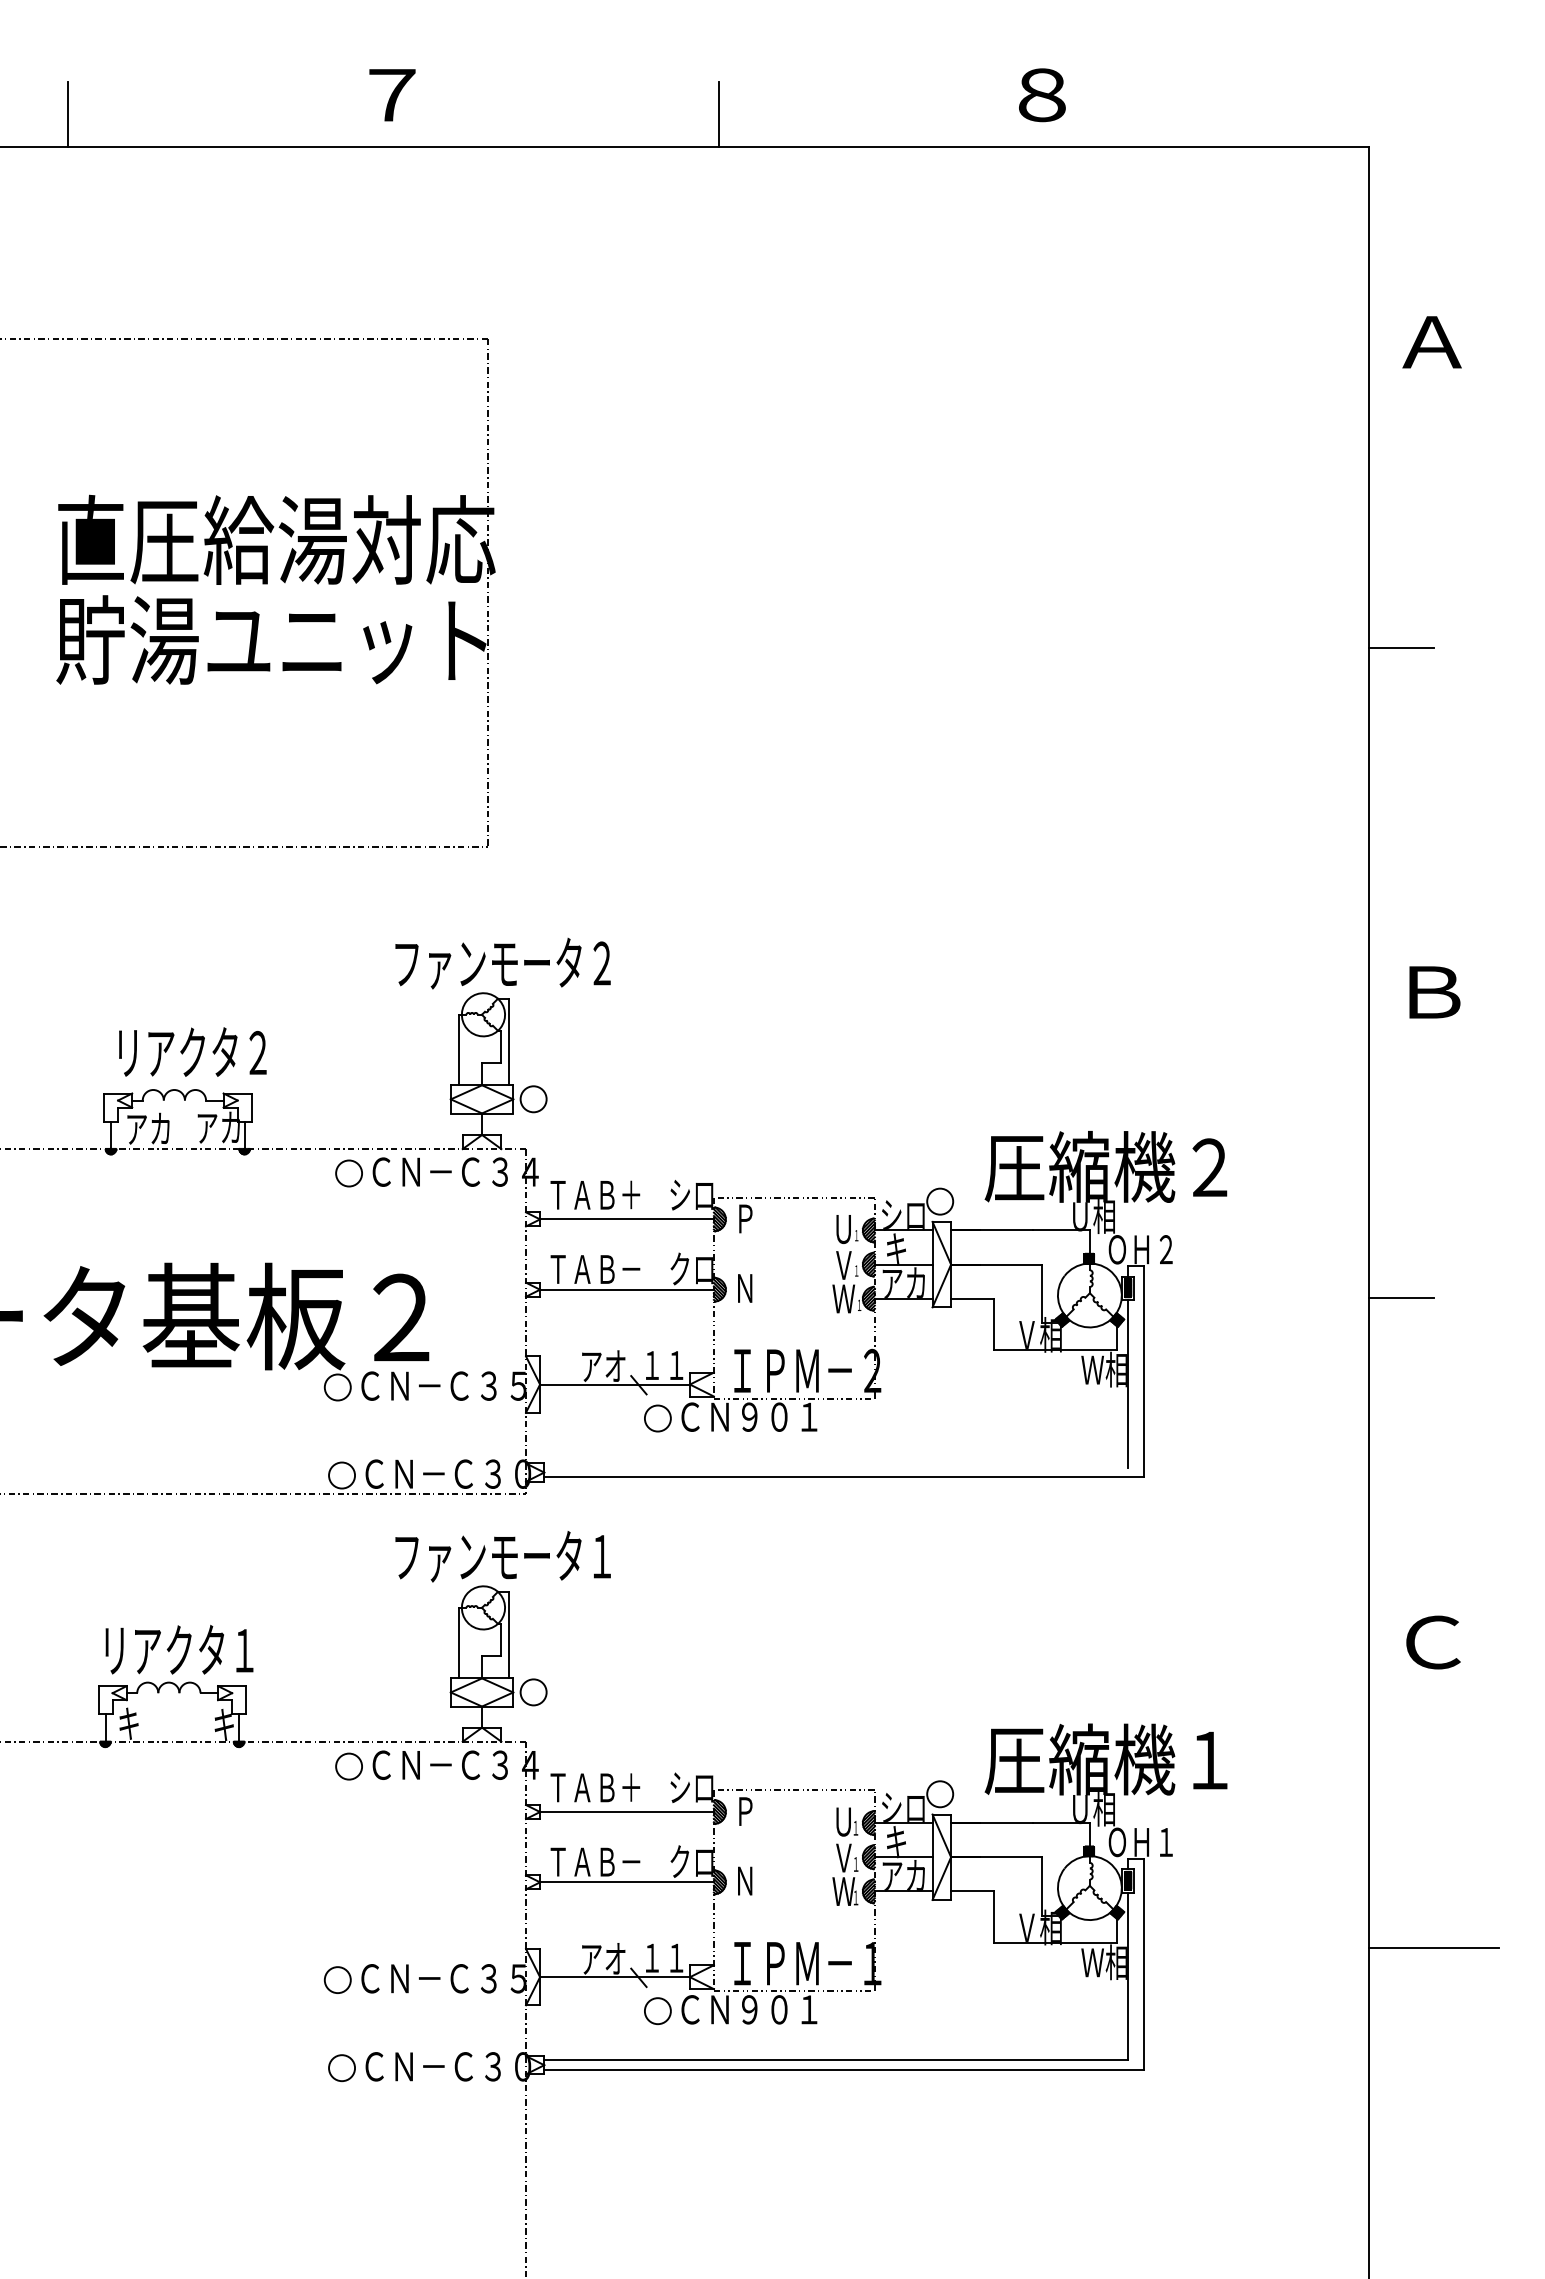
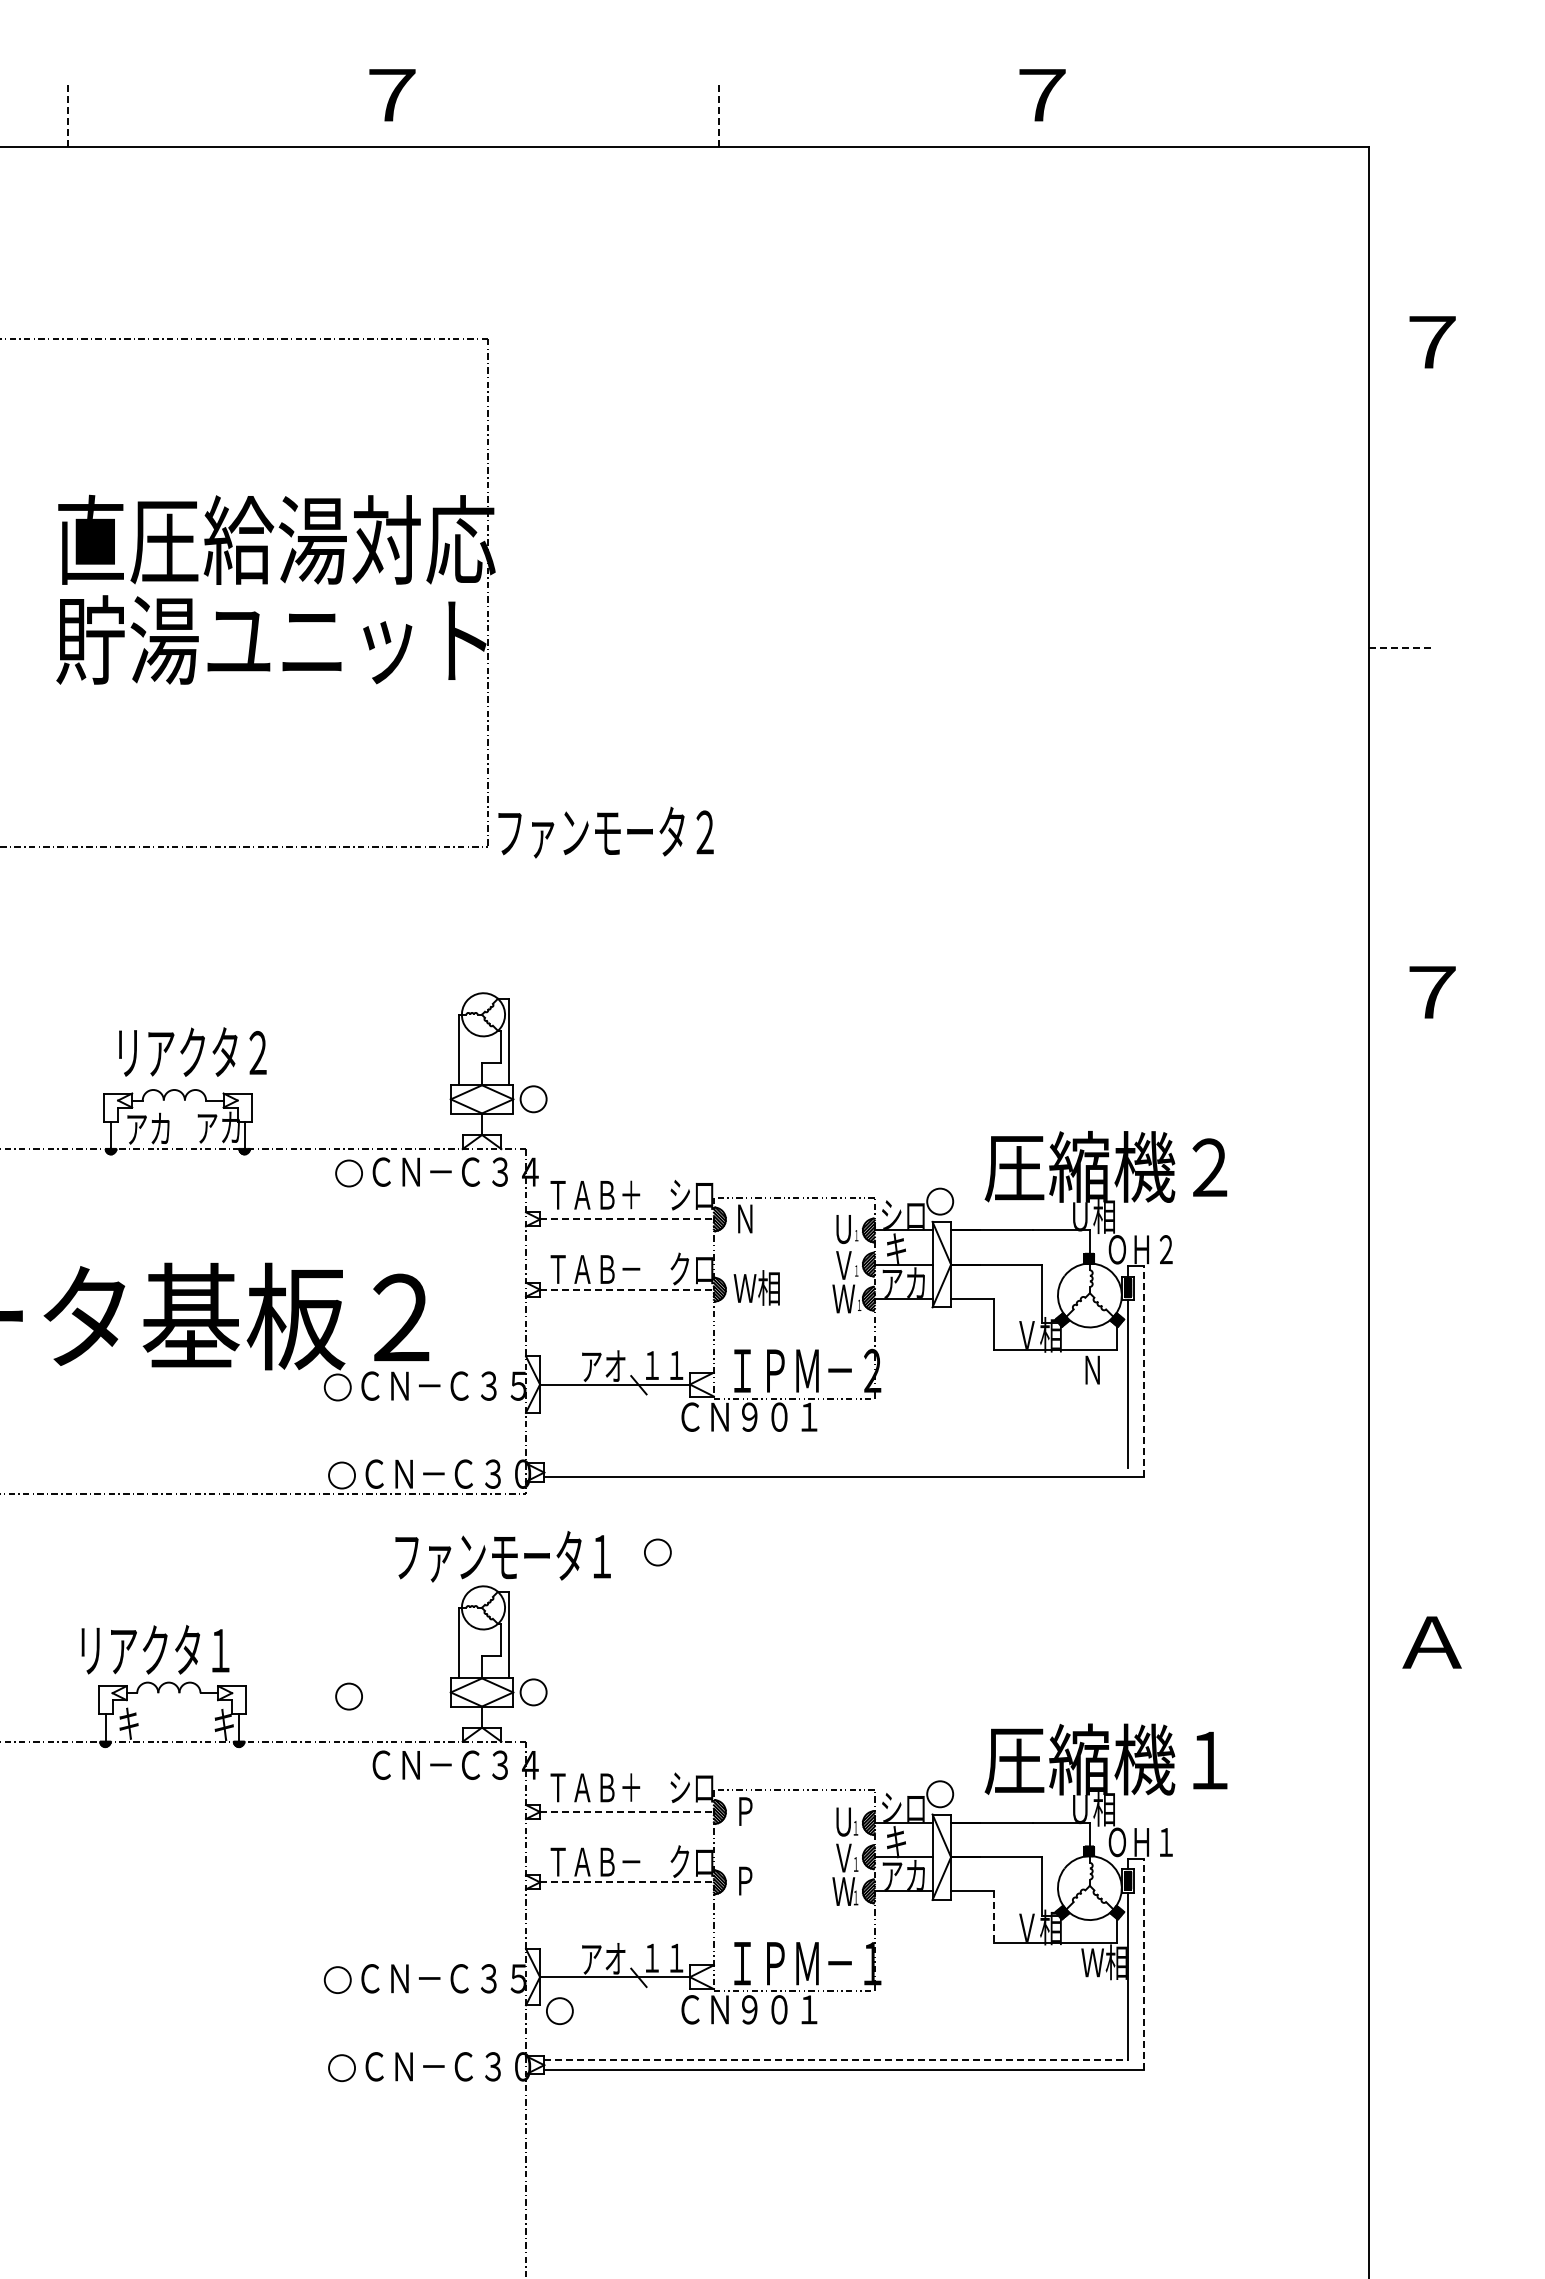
text at (1042, 95): ８ -> ７
line at (68, 114): solid -> dashed
line at (718, 114): solid -> dashed
text at (1431, 342): Ａ -> ７
line at (1401, 647): solid -> dashed
text at (502, 963) position: (502, 963) -> (605, 832)
text at (1434, 992): Ｂ -> ７
text at (745, 1218): Ｐ -> Ｎ
line at (627, 1219): solid -> dashed
text at (756, 1287): Ｎ -> Ｗ相
line at (627, 1289): solid -> dashed
line at (1400, 1298): present -> none
text at (1103, 1369): Ｗ相 -> Ｎ
line at (1143, 1371): solid -> dashed
circle at (657, 1418) position: (657, 1418) -> (657, 1552)
text at (1431, 1642): Ｃ -> Ａ
text at (179, 1649) position: (179, 1649) -> (155, 1649)
circle at (348, 1766) position: (348, 1766) -> (348, 1696)
line at (627, 1812): solid -> dashed
text at (745, 1880): Ｎ -> Ｐ
line at (627, 1882): solid -> dashed
line at (994, 1917): solid -> dashed
line at (1433, 1948): present -> none
line at (1143, 1964): solid -> dashed
circle at (657, 2011) position: (657, 2011) -> (559, 2011)
line at (836, 2060): solid -> dashed
